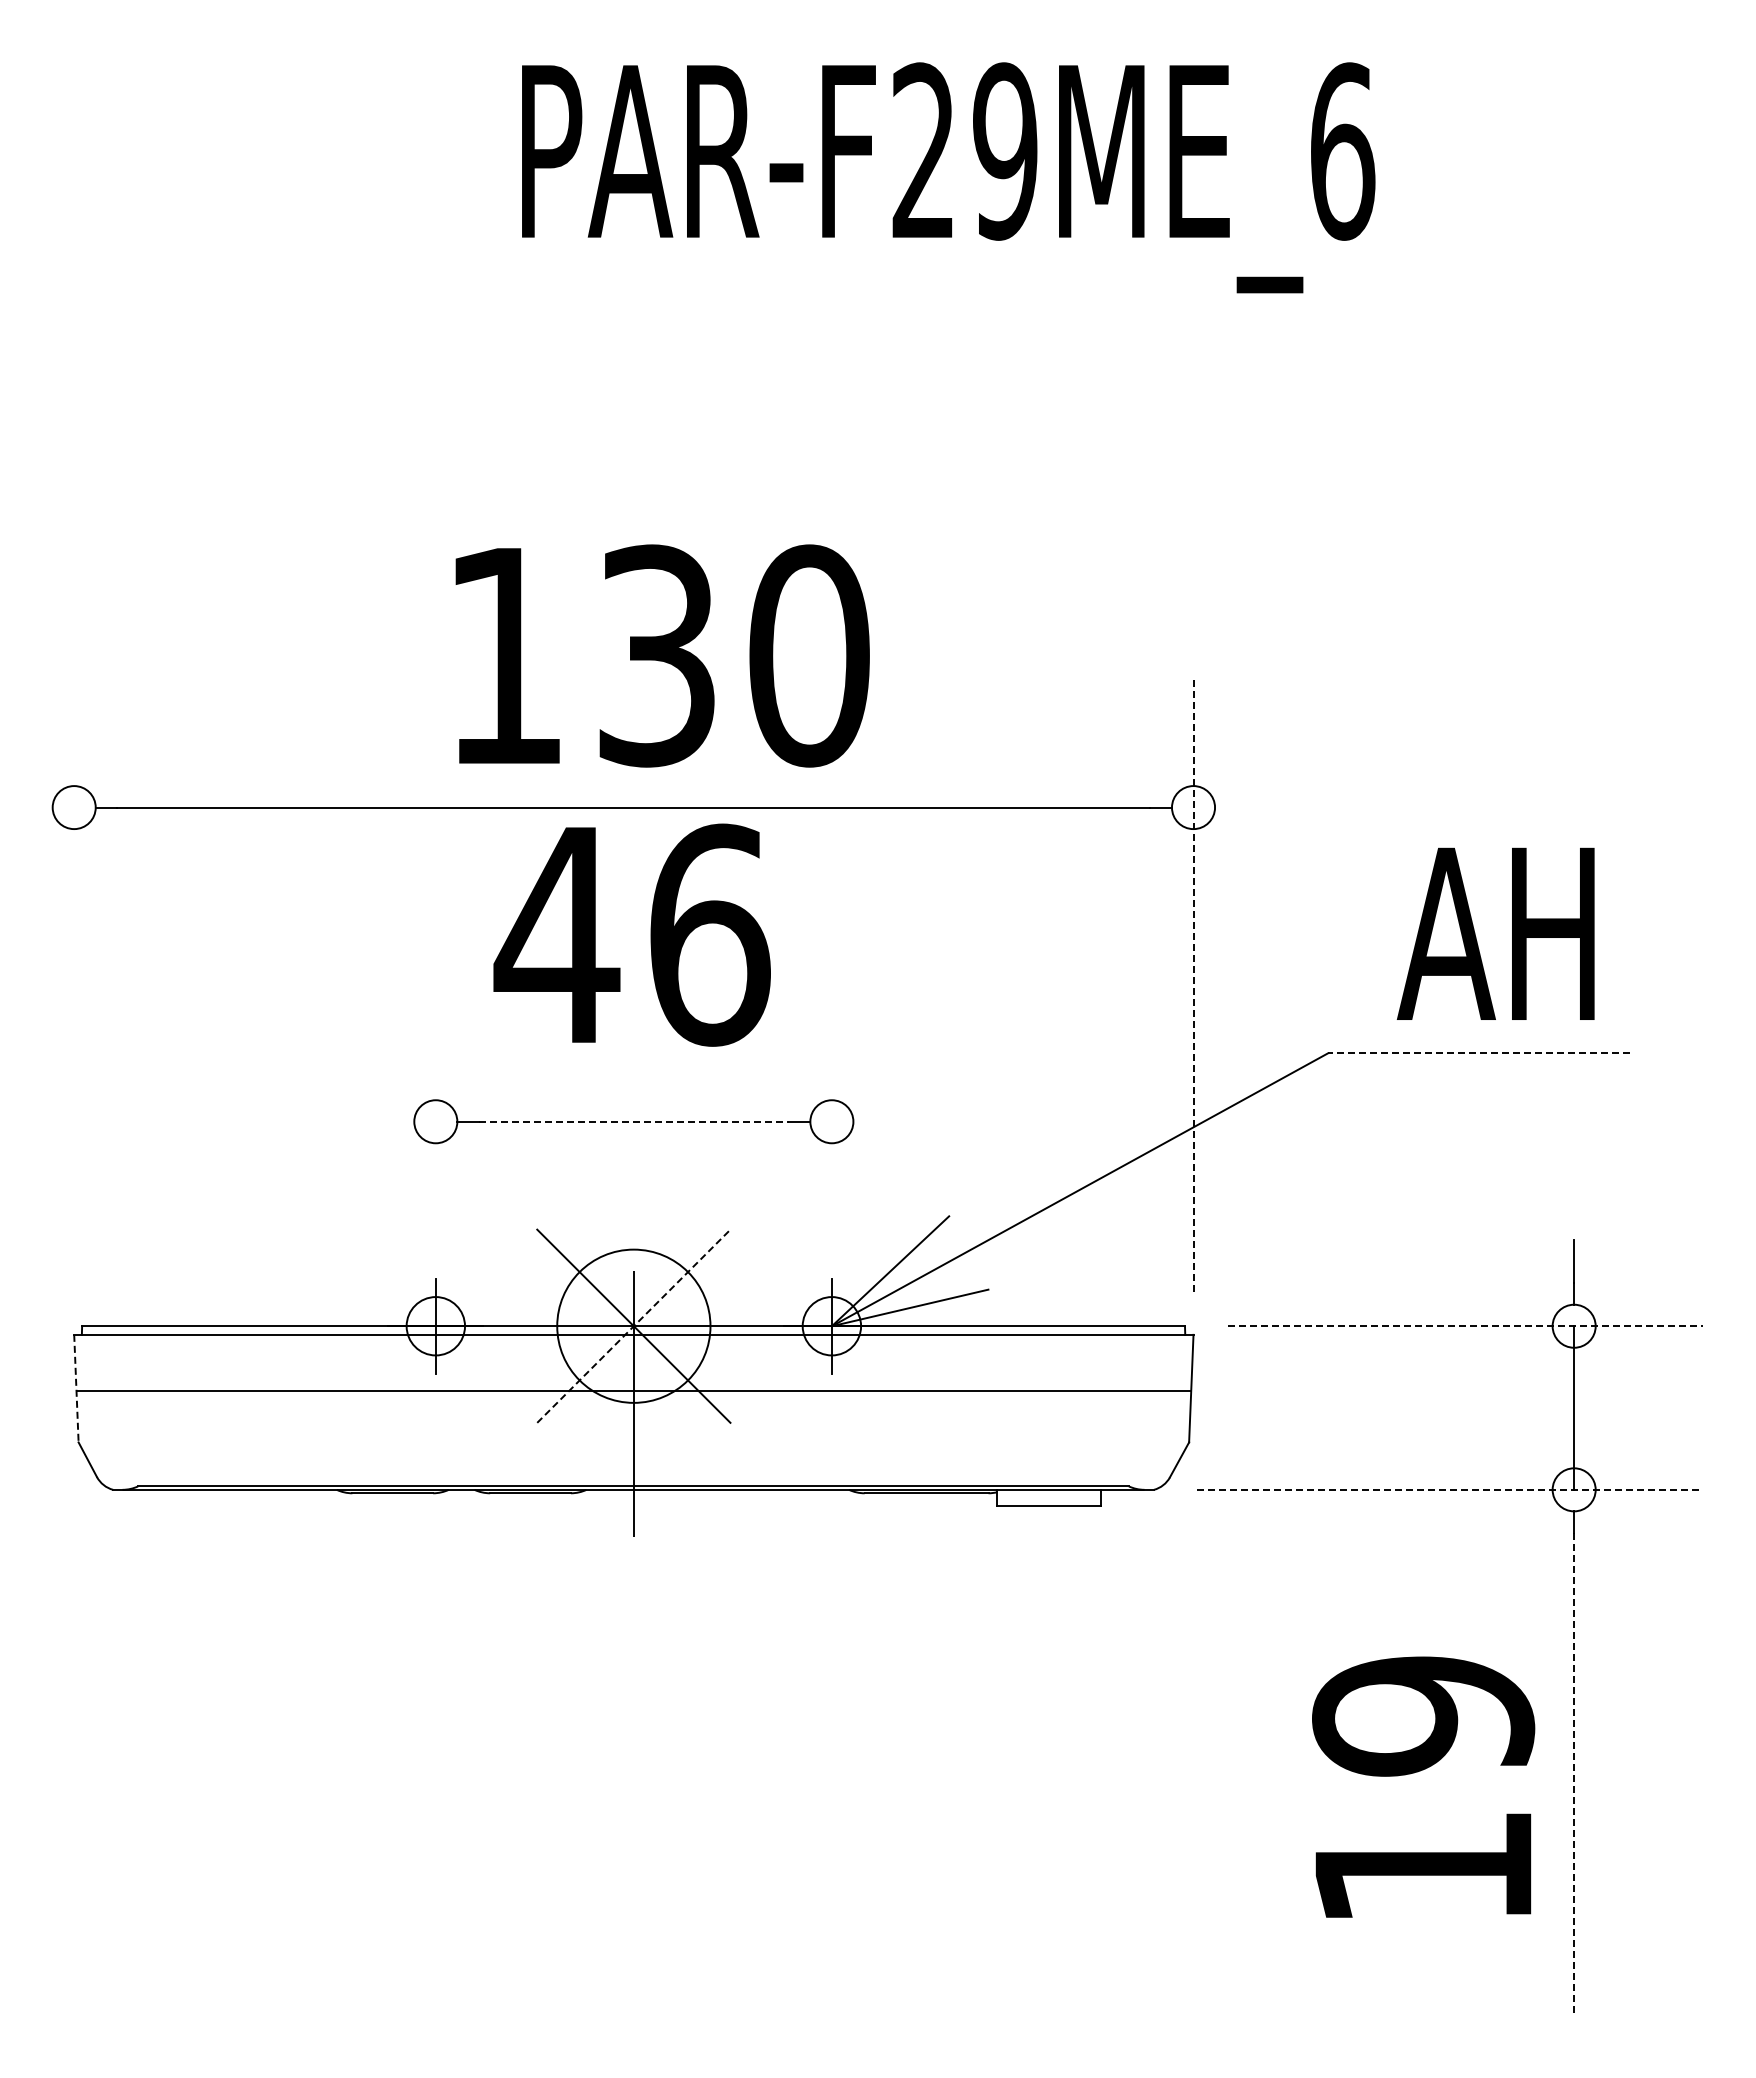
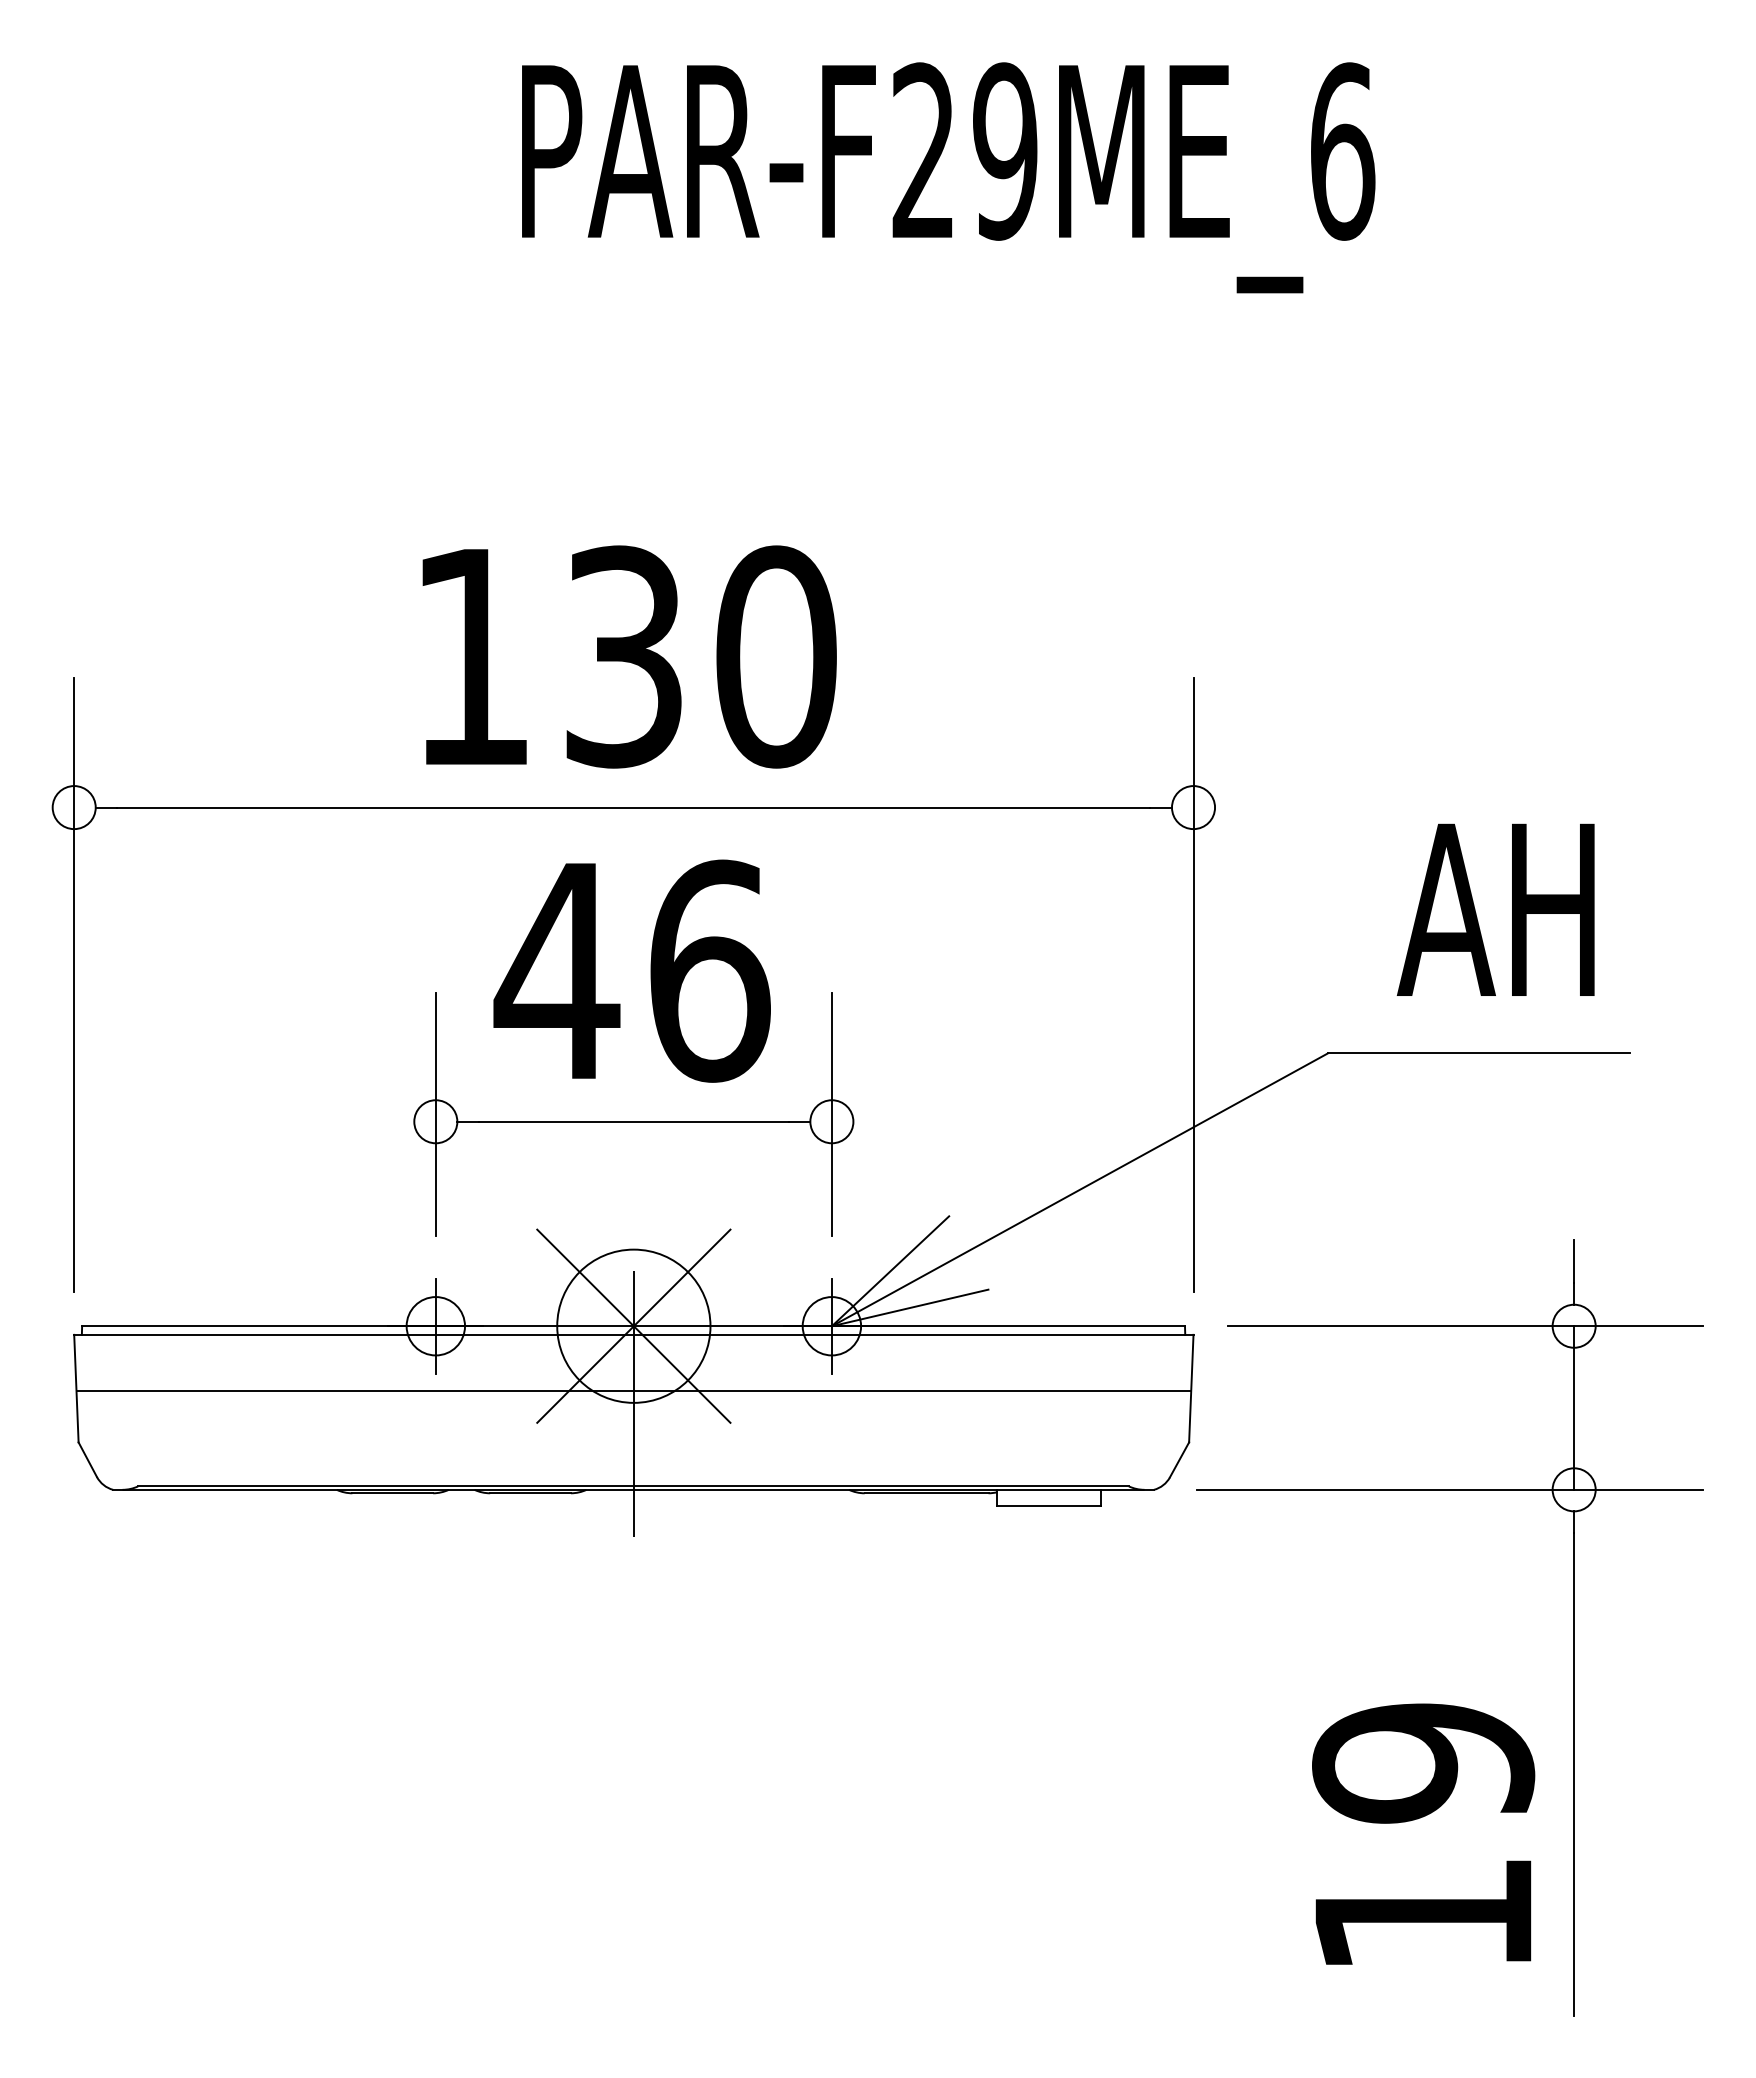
text at (662, 655) position: (662, 655) -> (629, 656)
text at (1495, 933) position: (1495, 933) -> (1495, 909)
text at (631, 934) position: (631, 934) -> (631, 970)
line at (74, 984): none -> present
line at (1193, 985): dashed -> solid
line at (1478, 1053): dashed -> solid
line at (435, 1113): none -> present
line at (831, 1113): none -> present
line at (633, 1121): dashed -> solid
line at (633, 1326): dashed -> solid
line at (1465, 1326): dashed -> solid
line at (76, 1388): dashed -> solid
line at (1450, 1489): dashed -> solid
line at (1574, 1774): dashed -> solid
text at (1423, 1786) position: (1423, 1786) -> (1423, 1833)
